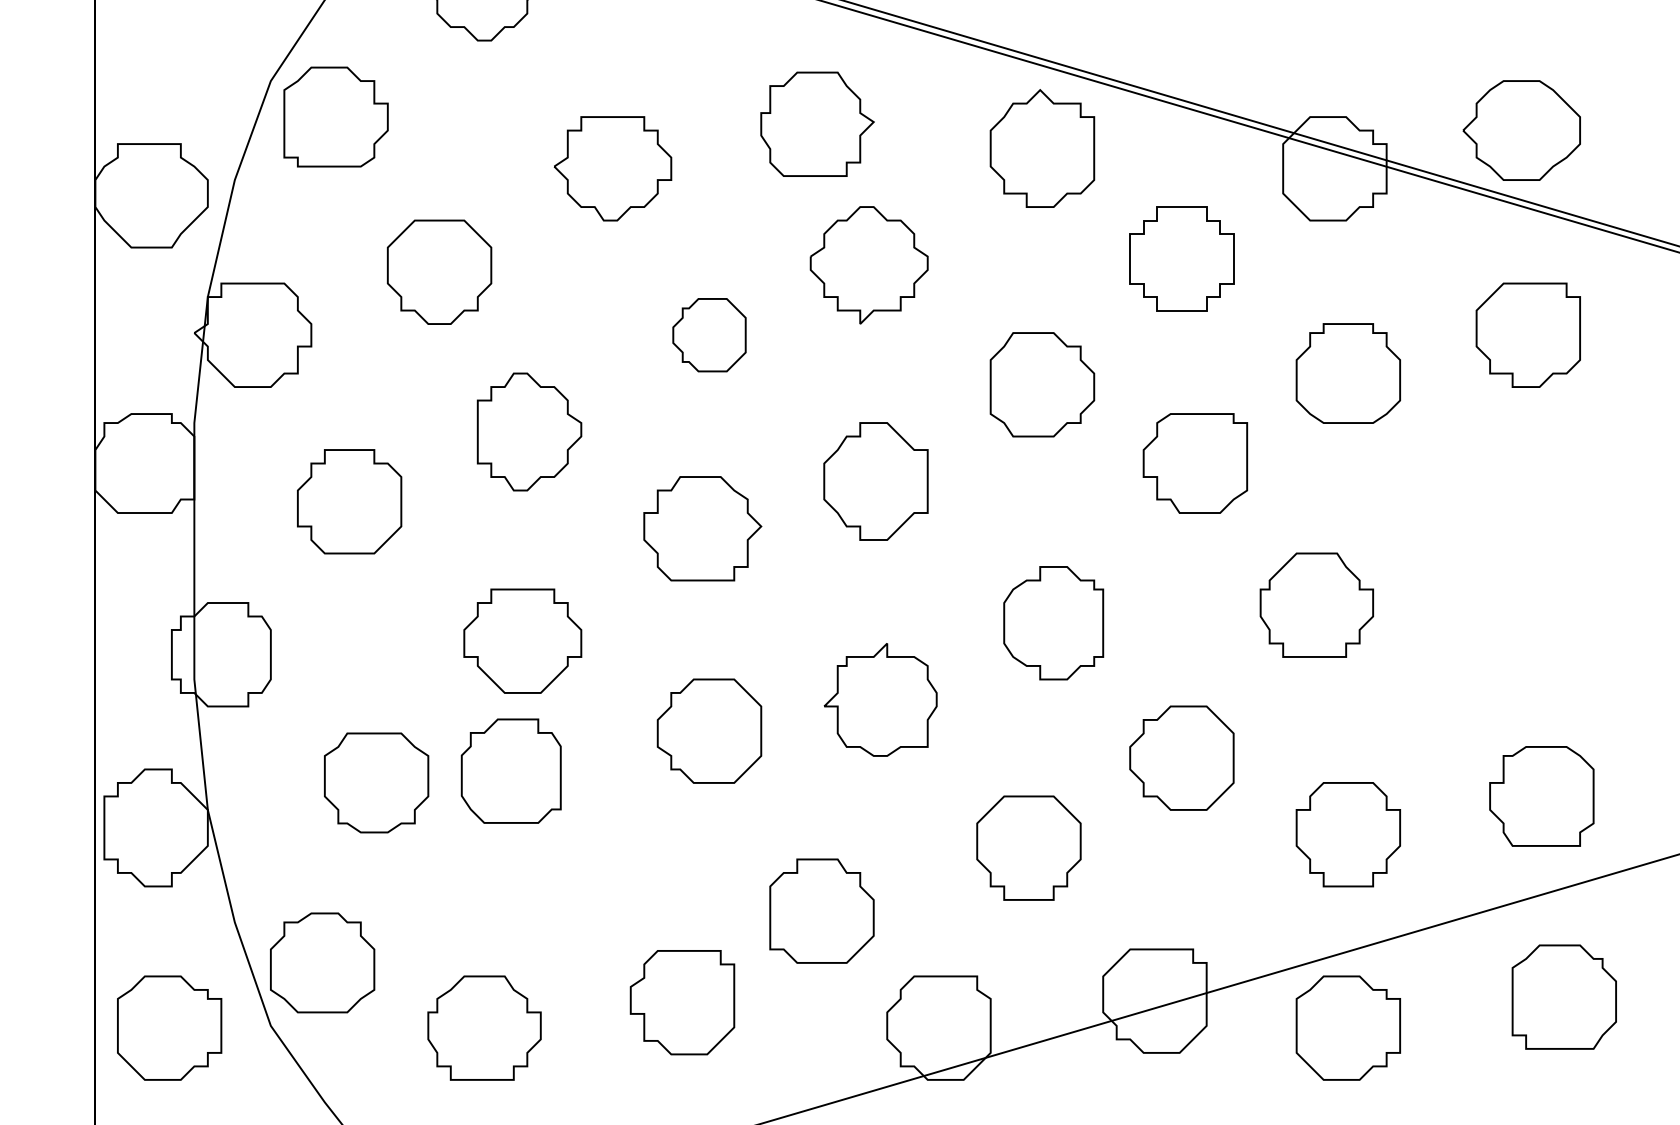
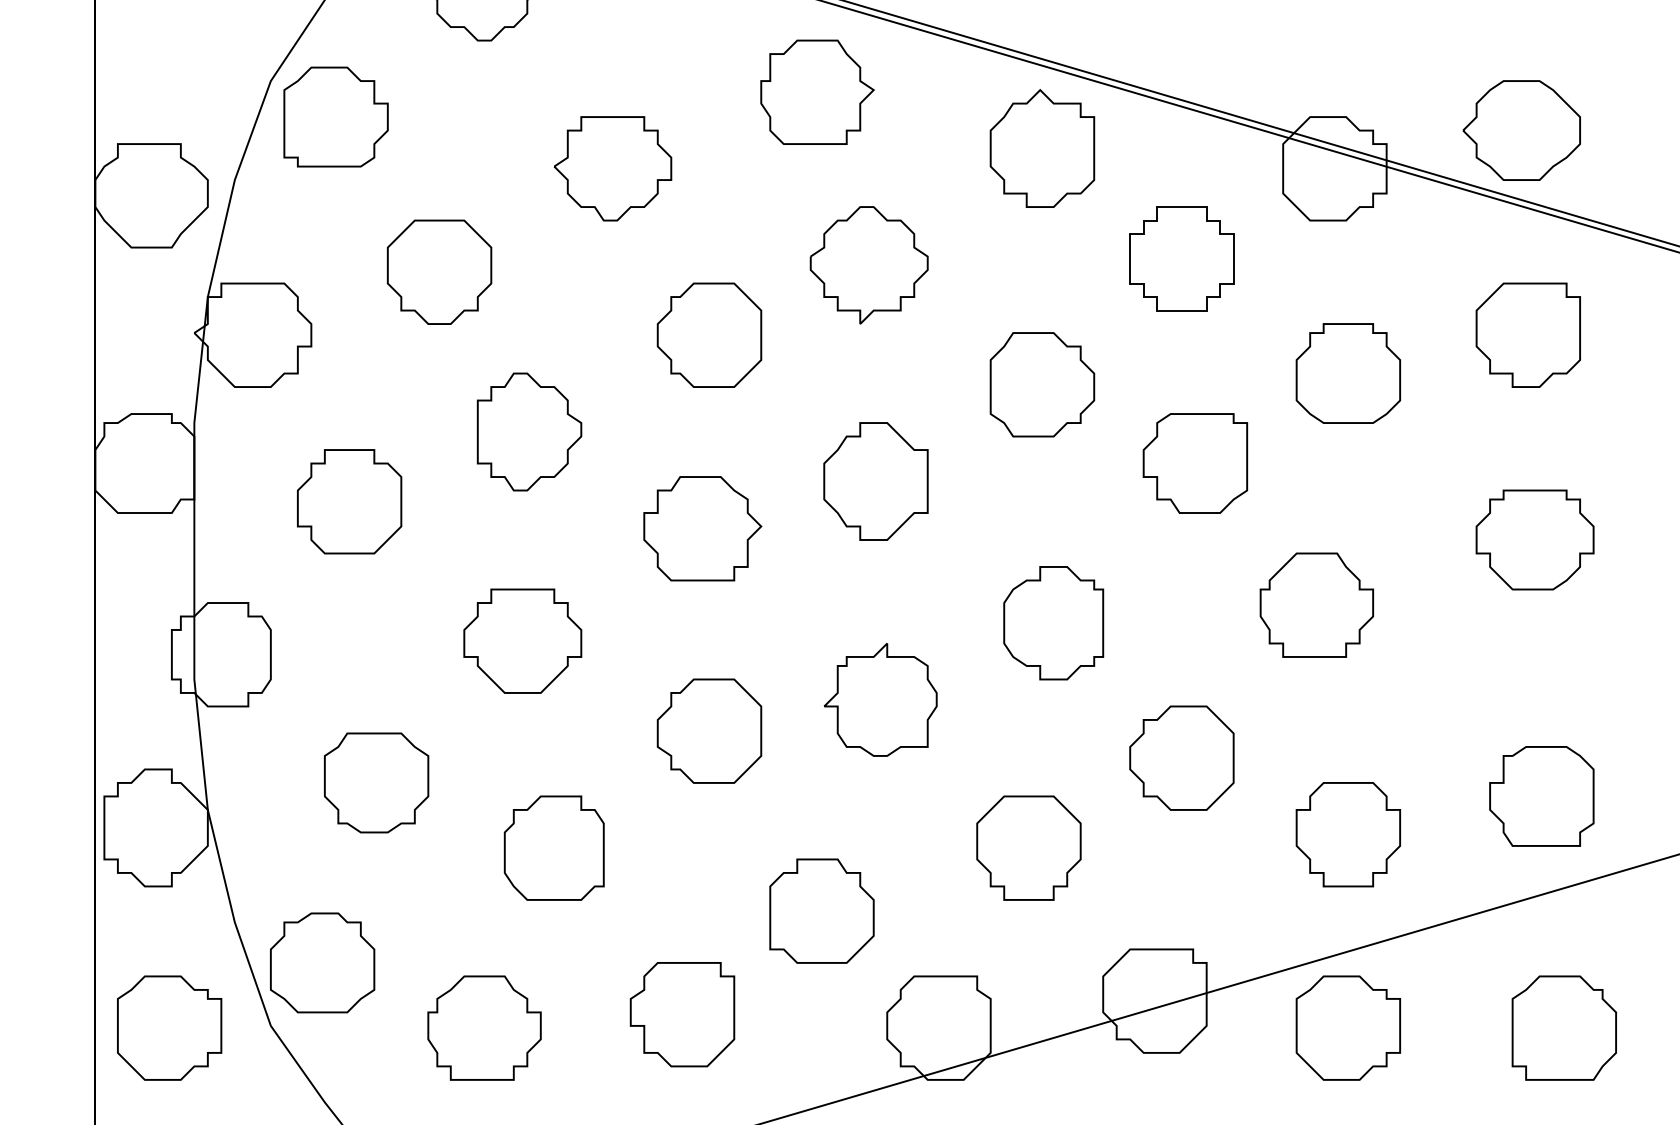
part at (817, 123) position: (817, 123) -> (817, 91)
part at (709, 335) size: 75x75 px -> 107x106 px
part at (1534, 539): none -> present
part at (510, 770) position: (510, 770) -> (553, 847)
part at (1563, 996) position: (1563, 996) -> (1563, 1027)
part at (682, 1002) position: (682, 1002) -> (682, 1014)
